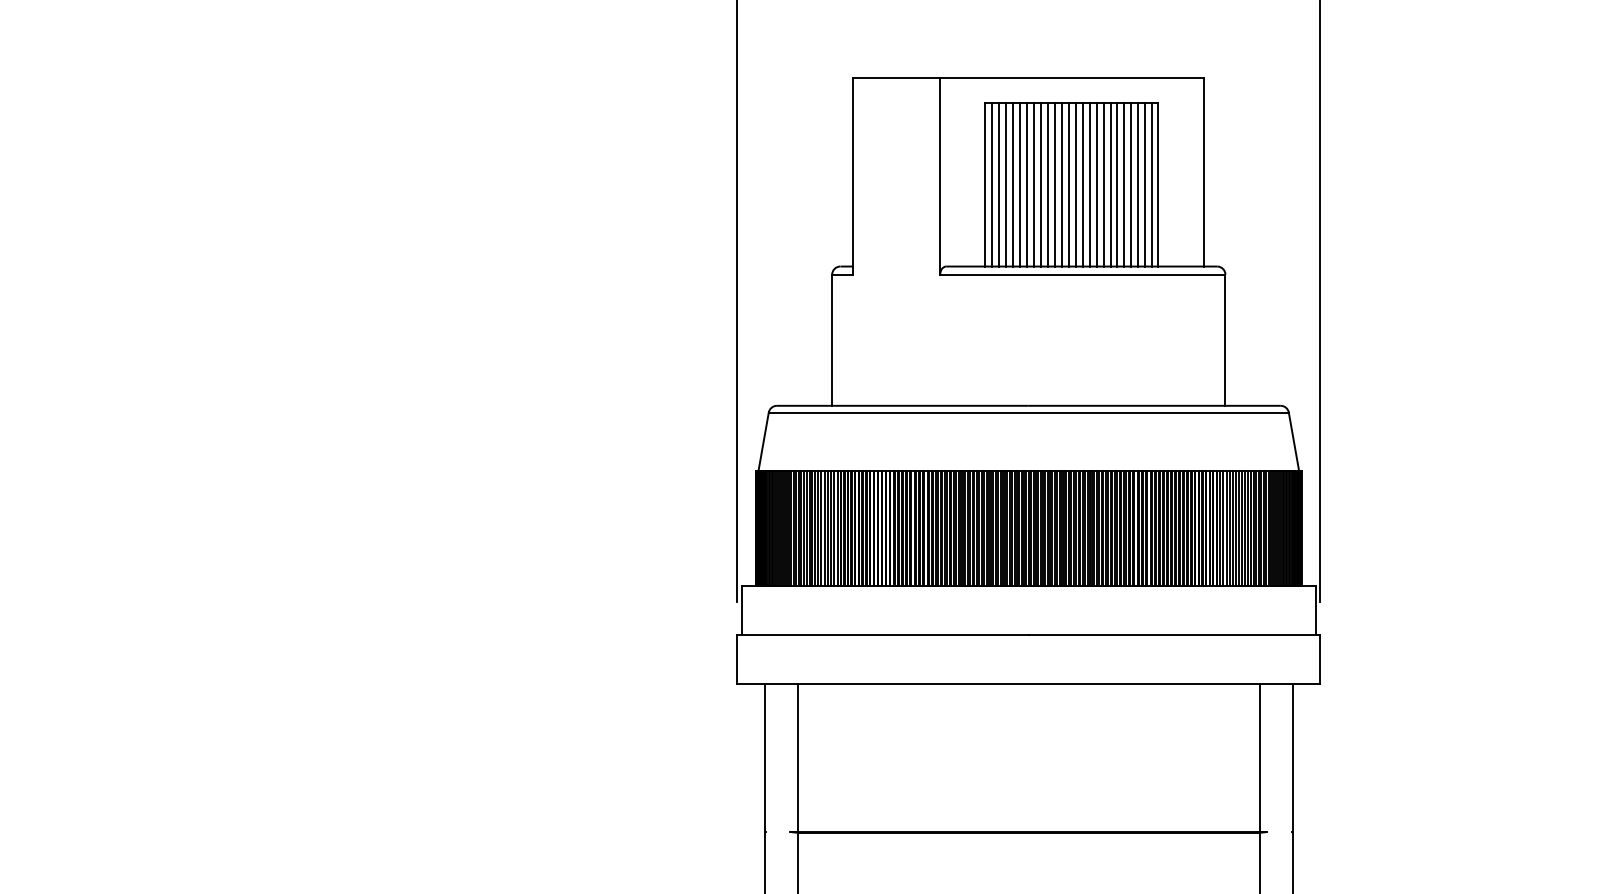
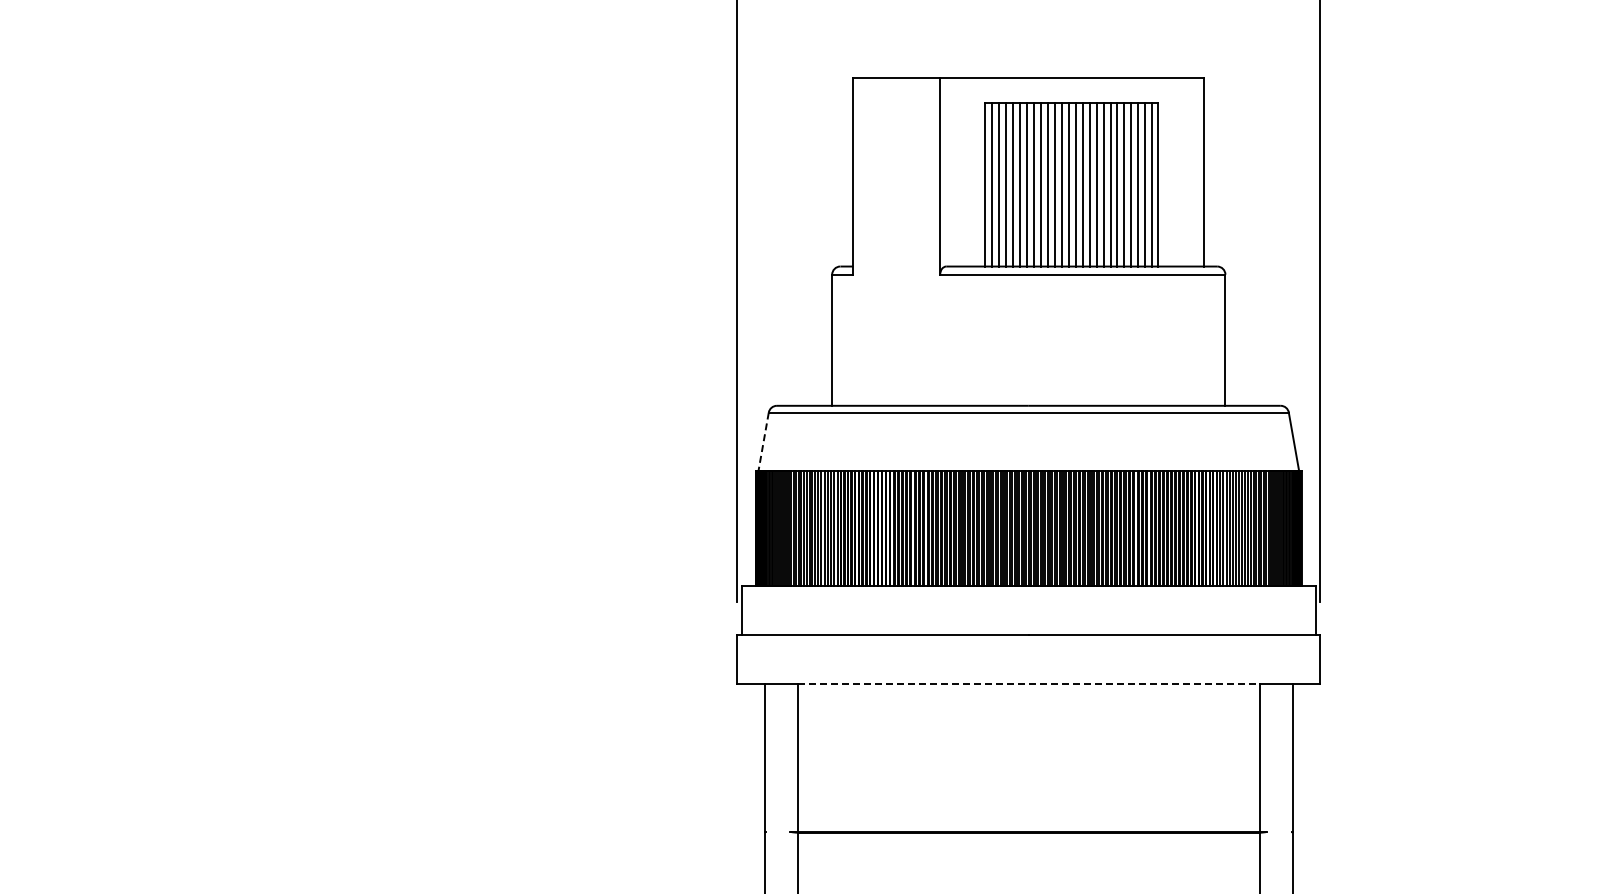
line at (763, 441): solid -> dashed
line at (1029, 684): solid -> dashed
